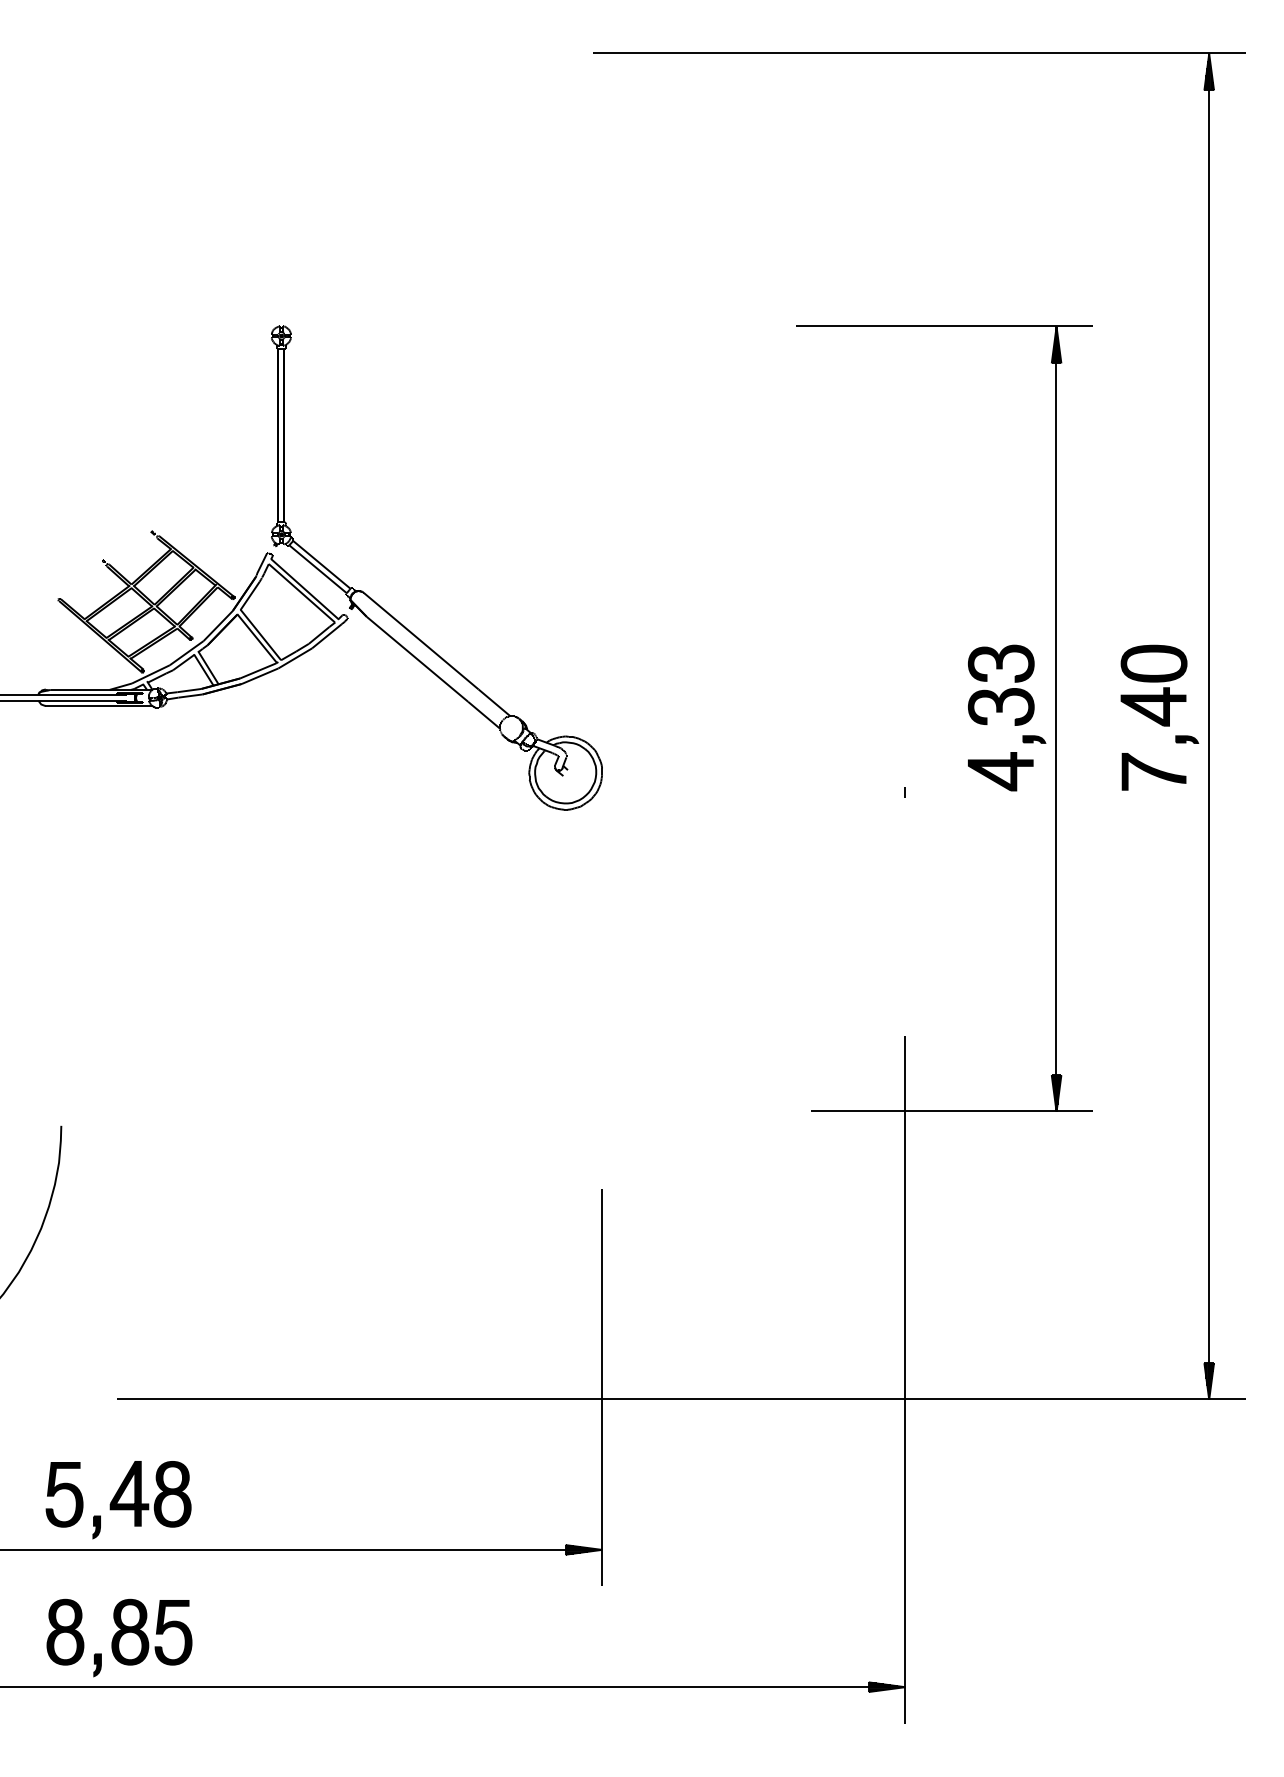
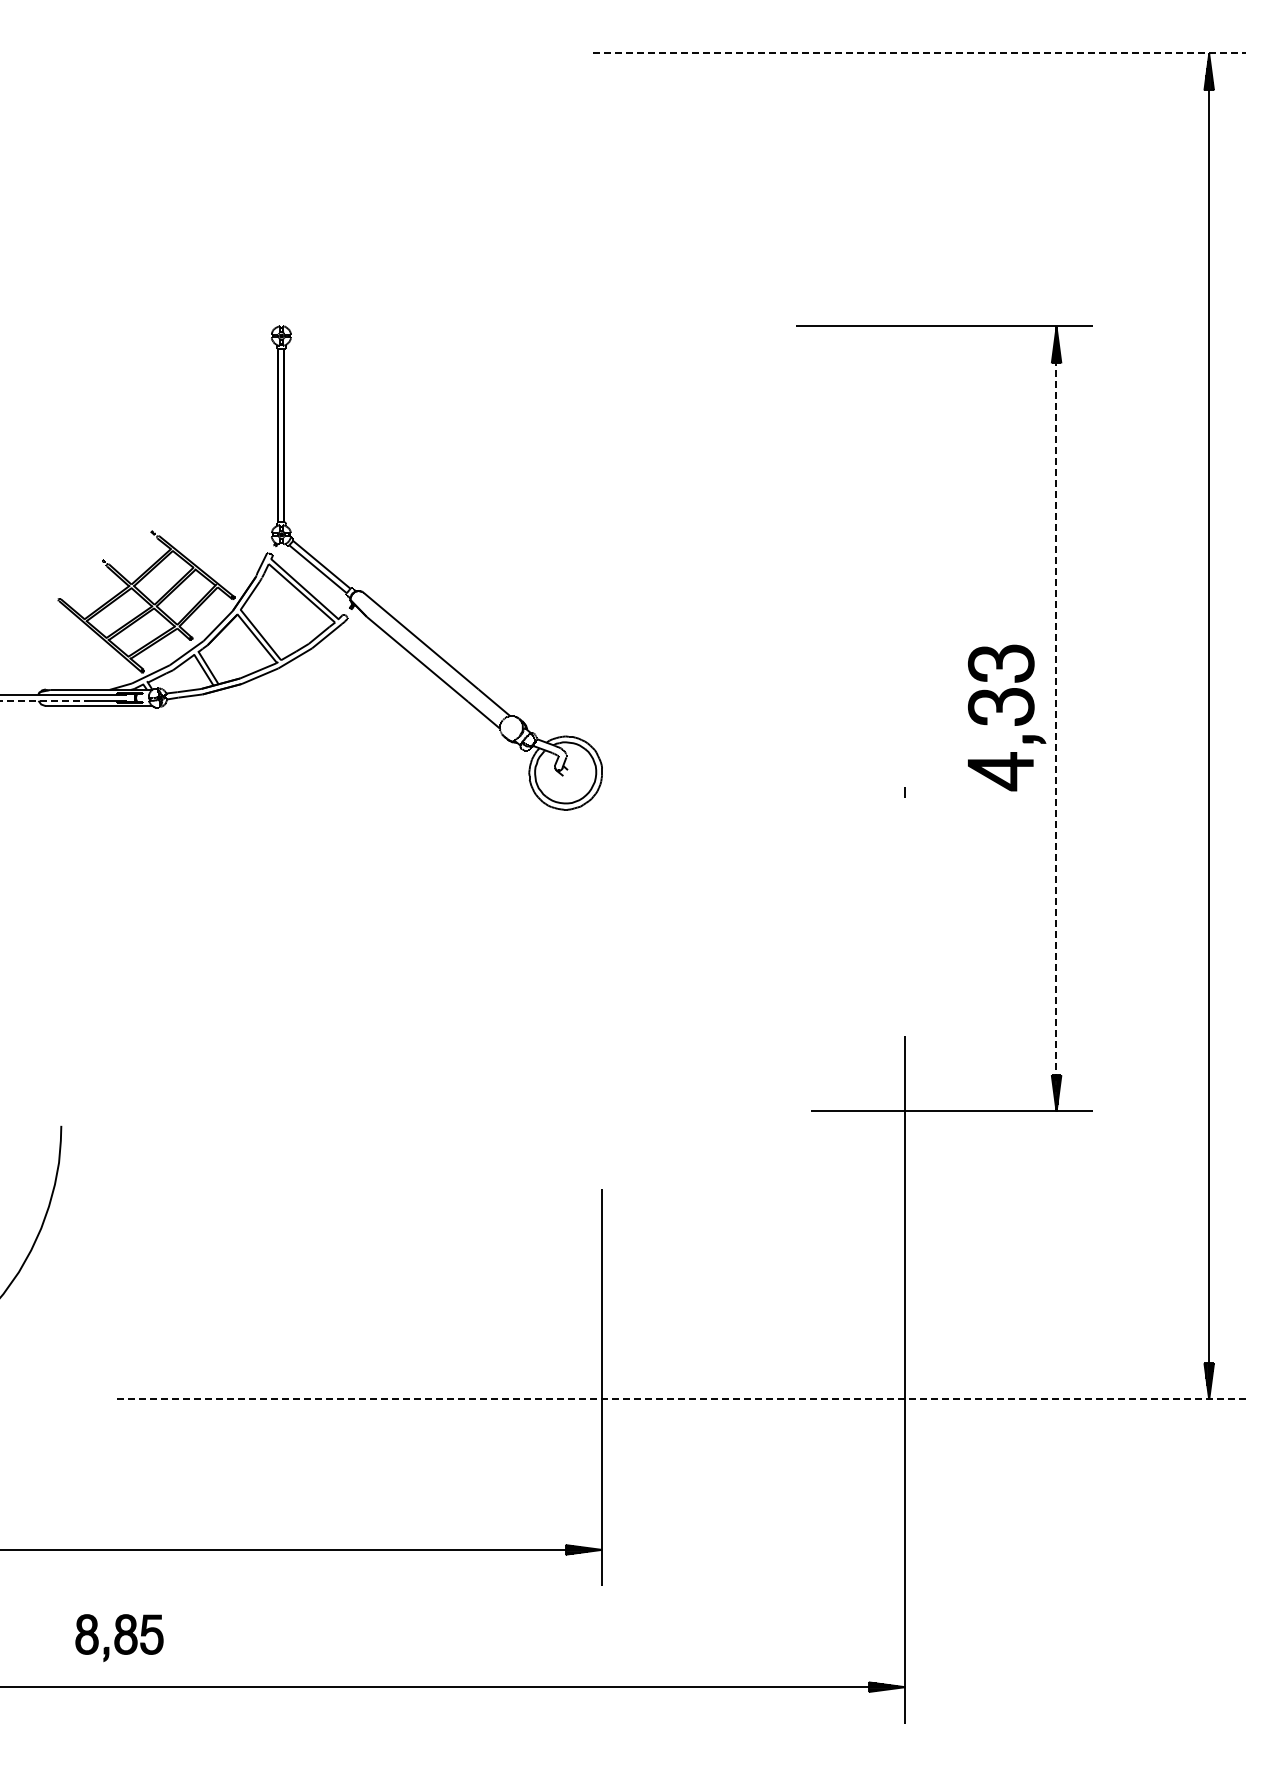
line at (919, 53): solid -> dashed
line at (45, 700): solid -> dashed
part at (1159, 717): present -> none
line at (1056, 719): solid -> dashed
line at (681, 1399): solid -> dashed
part at (118, 1500): present -> none
part at (119, 1637) size: 147x80 px -> 89x49 px
